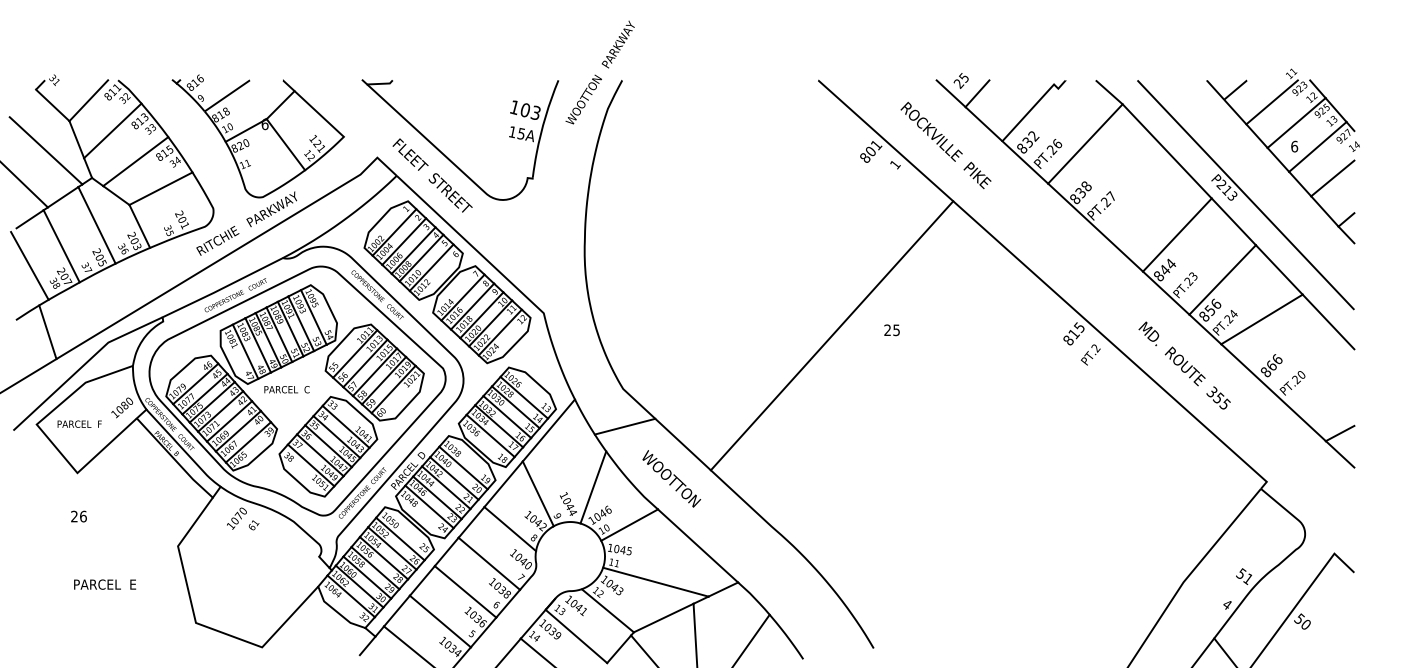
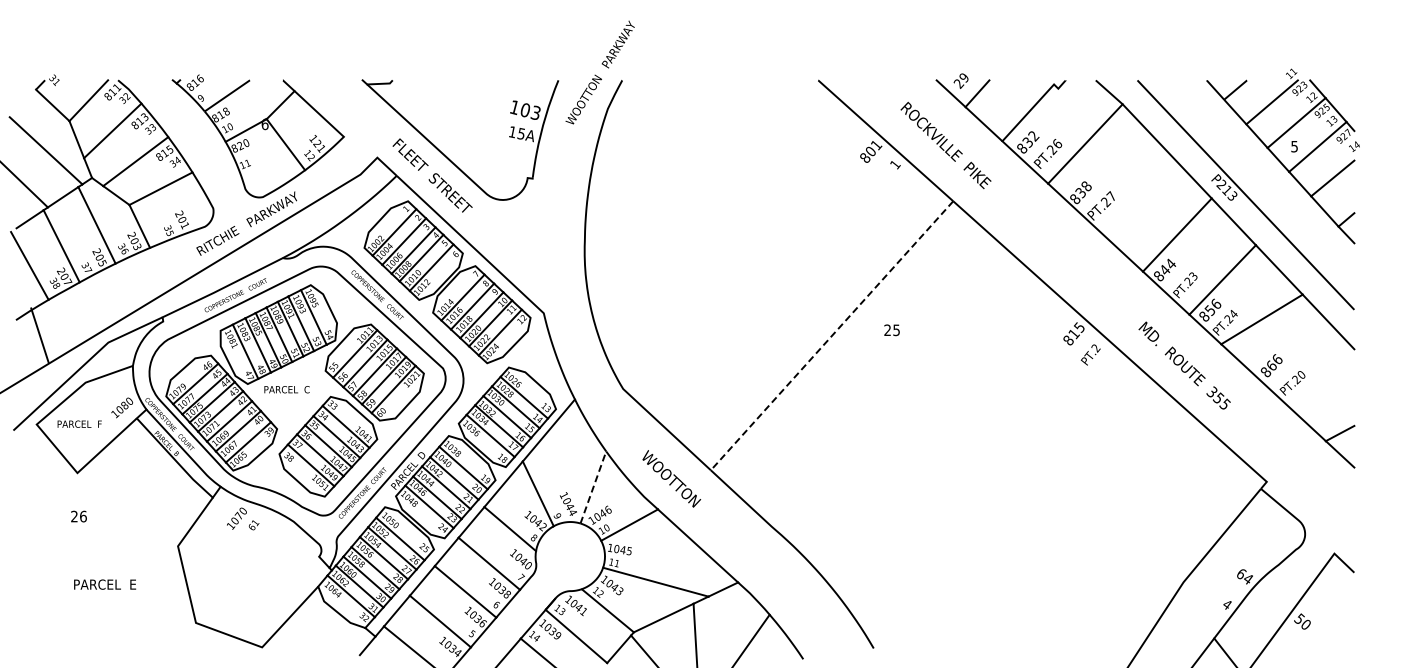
text at (963, 77): 25 -> 29
text at (1294, 146): 6 -> 5
line at (47, 332) position: (47, 332) -> (39, 335)
line at (831, 336): solid -> dashed
line at (624, 426): present -> none
line at (593, 487): solid -> dashed
text at (1244, 576): 51 -> 64
